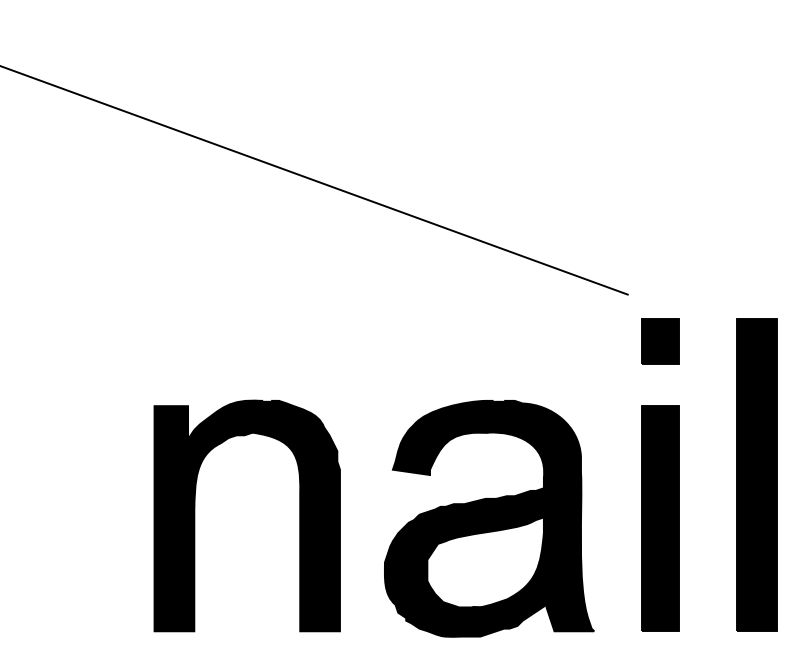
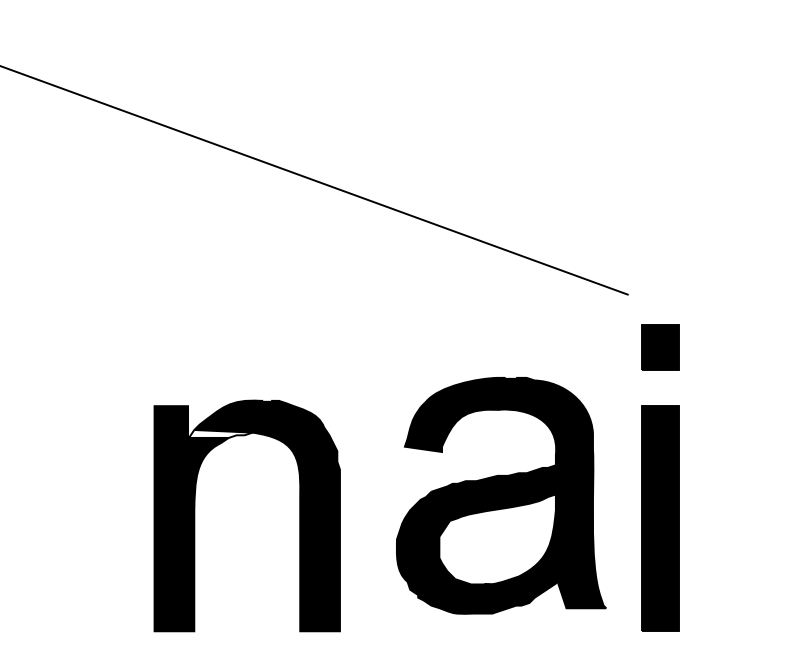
part at (660, 341) position: (660, 341) -> (660, 347)
fill at (220, 433): present -> none
part at (756, 474): present -> none
part at (489, 518) position: (489, 518) -> (501, 495)
